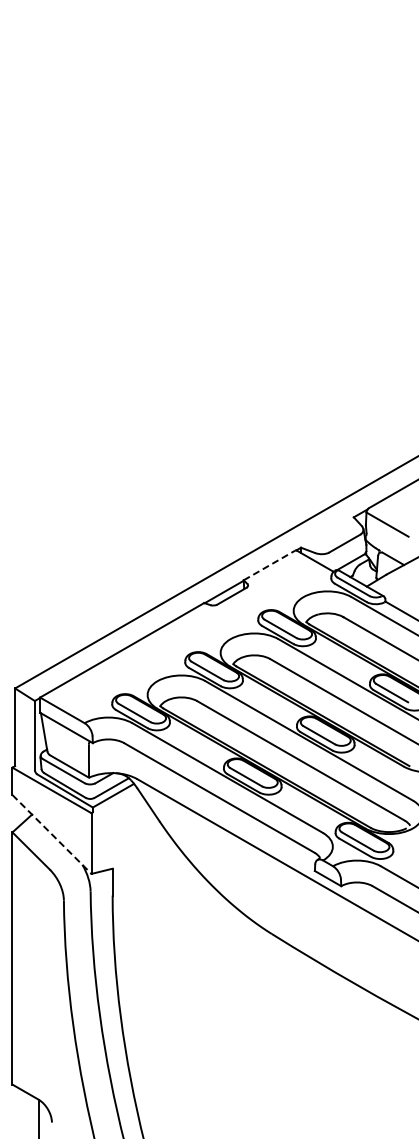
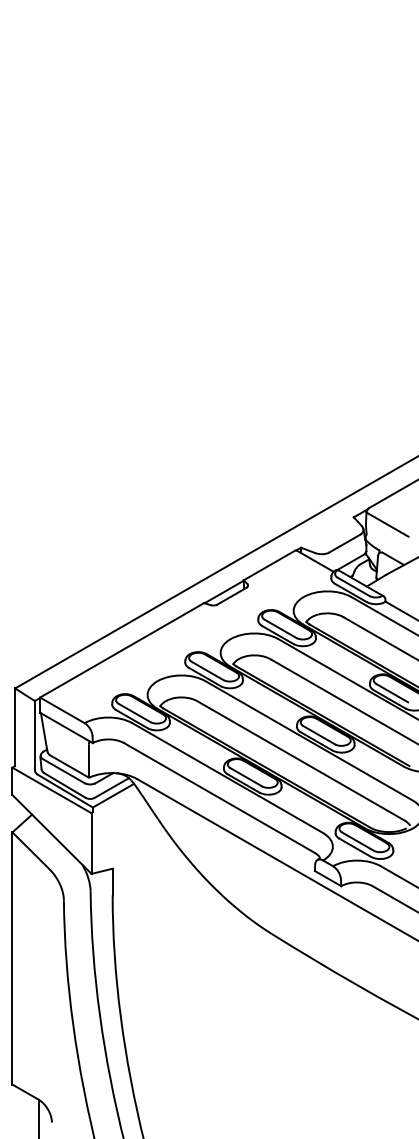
line at (269, 565): dashed -> solid
line at (52, 834): dashed -> solid
